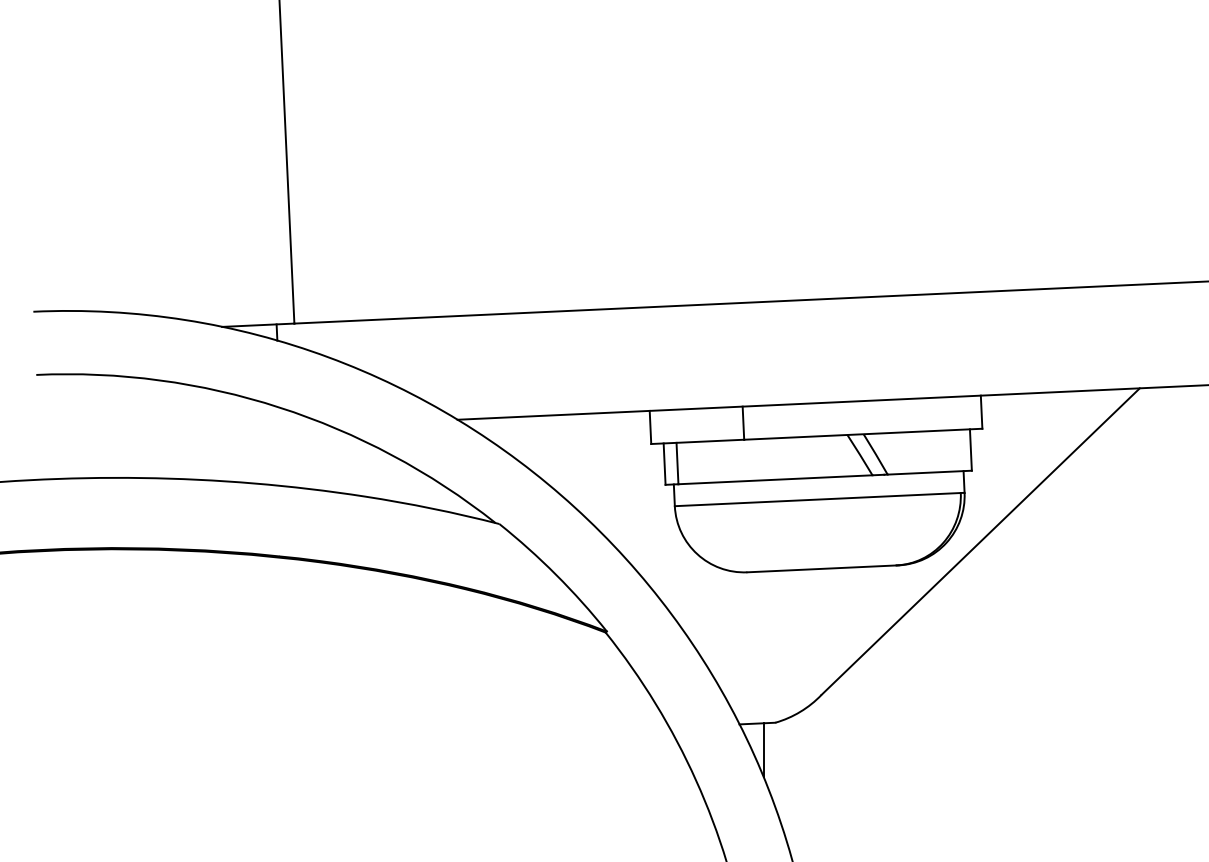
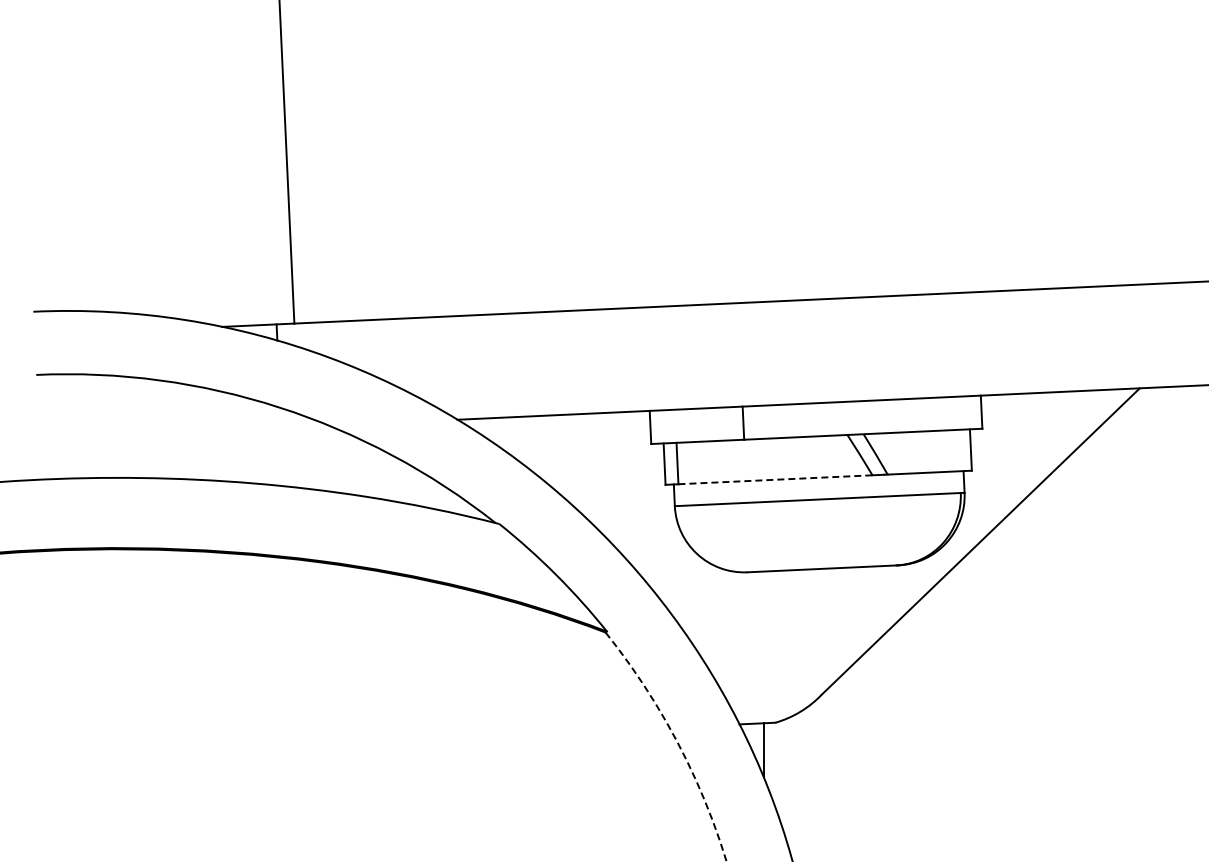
line at (775, 479): solid -> dashed
arc at (677, 741): solid -> dashed
